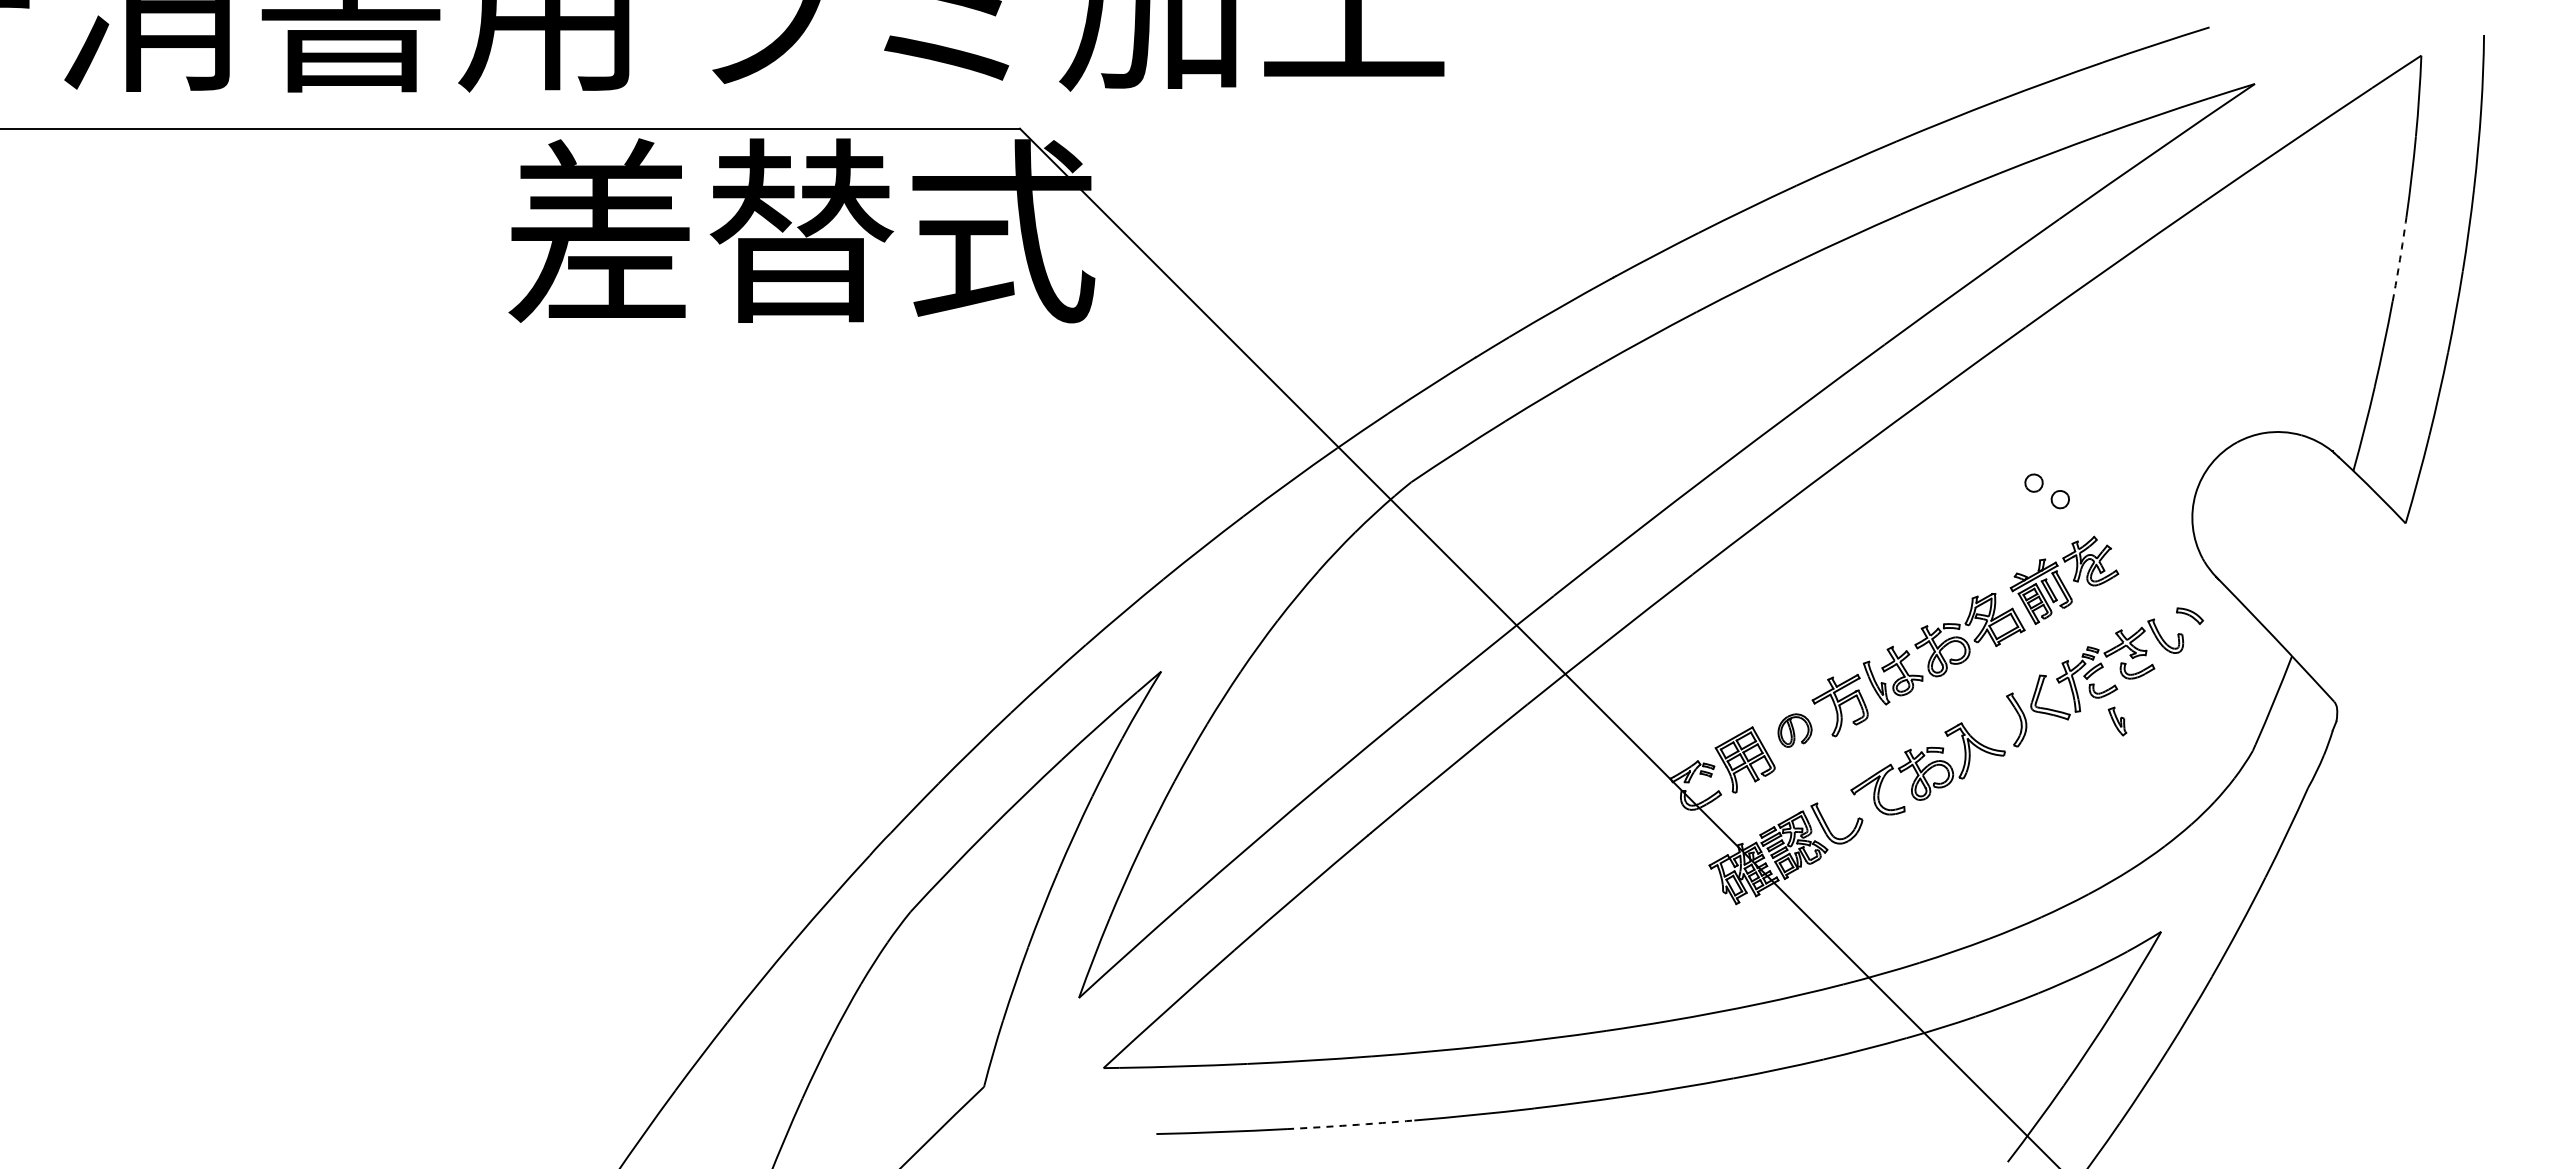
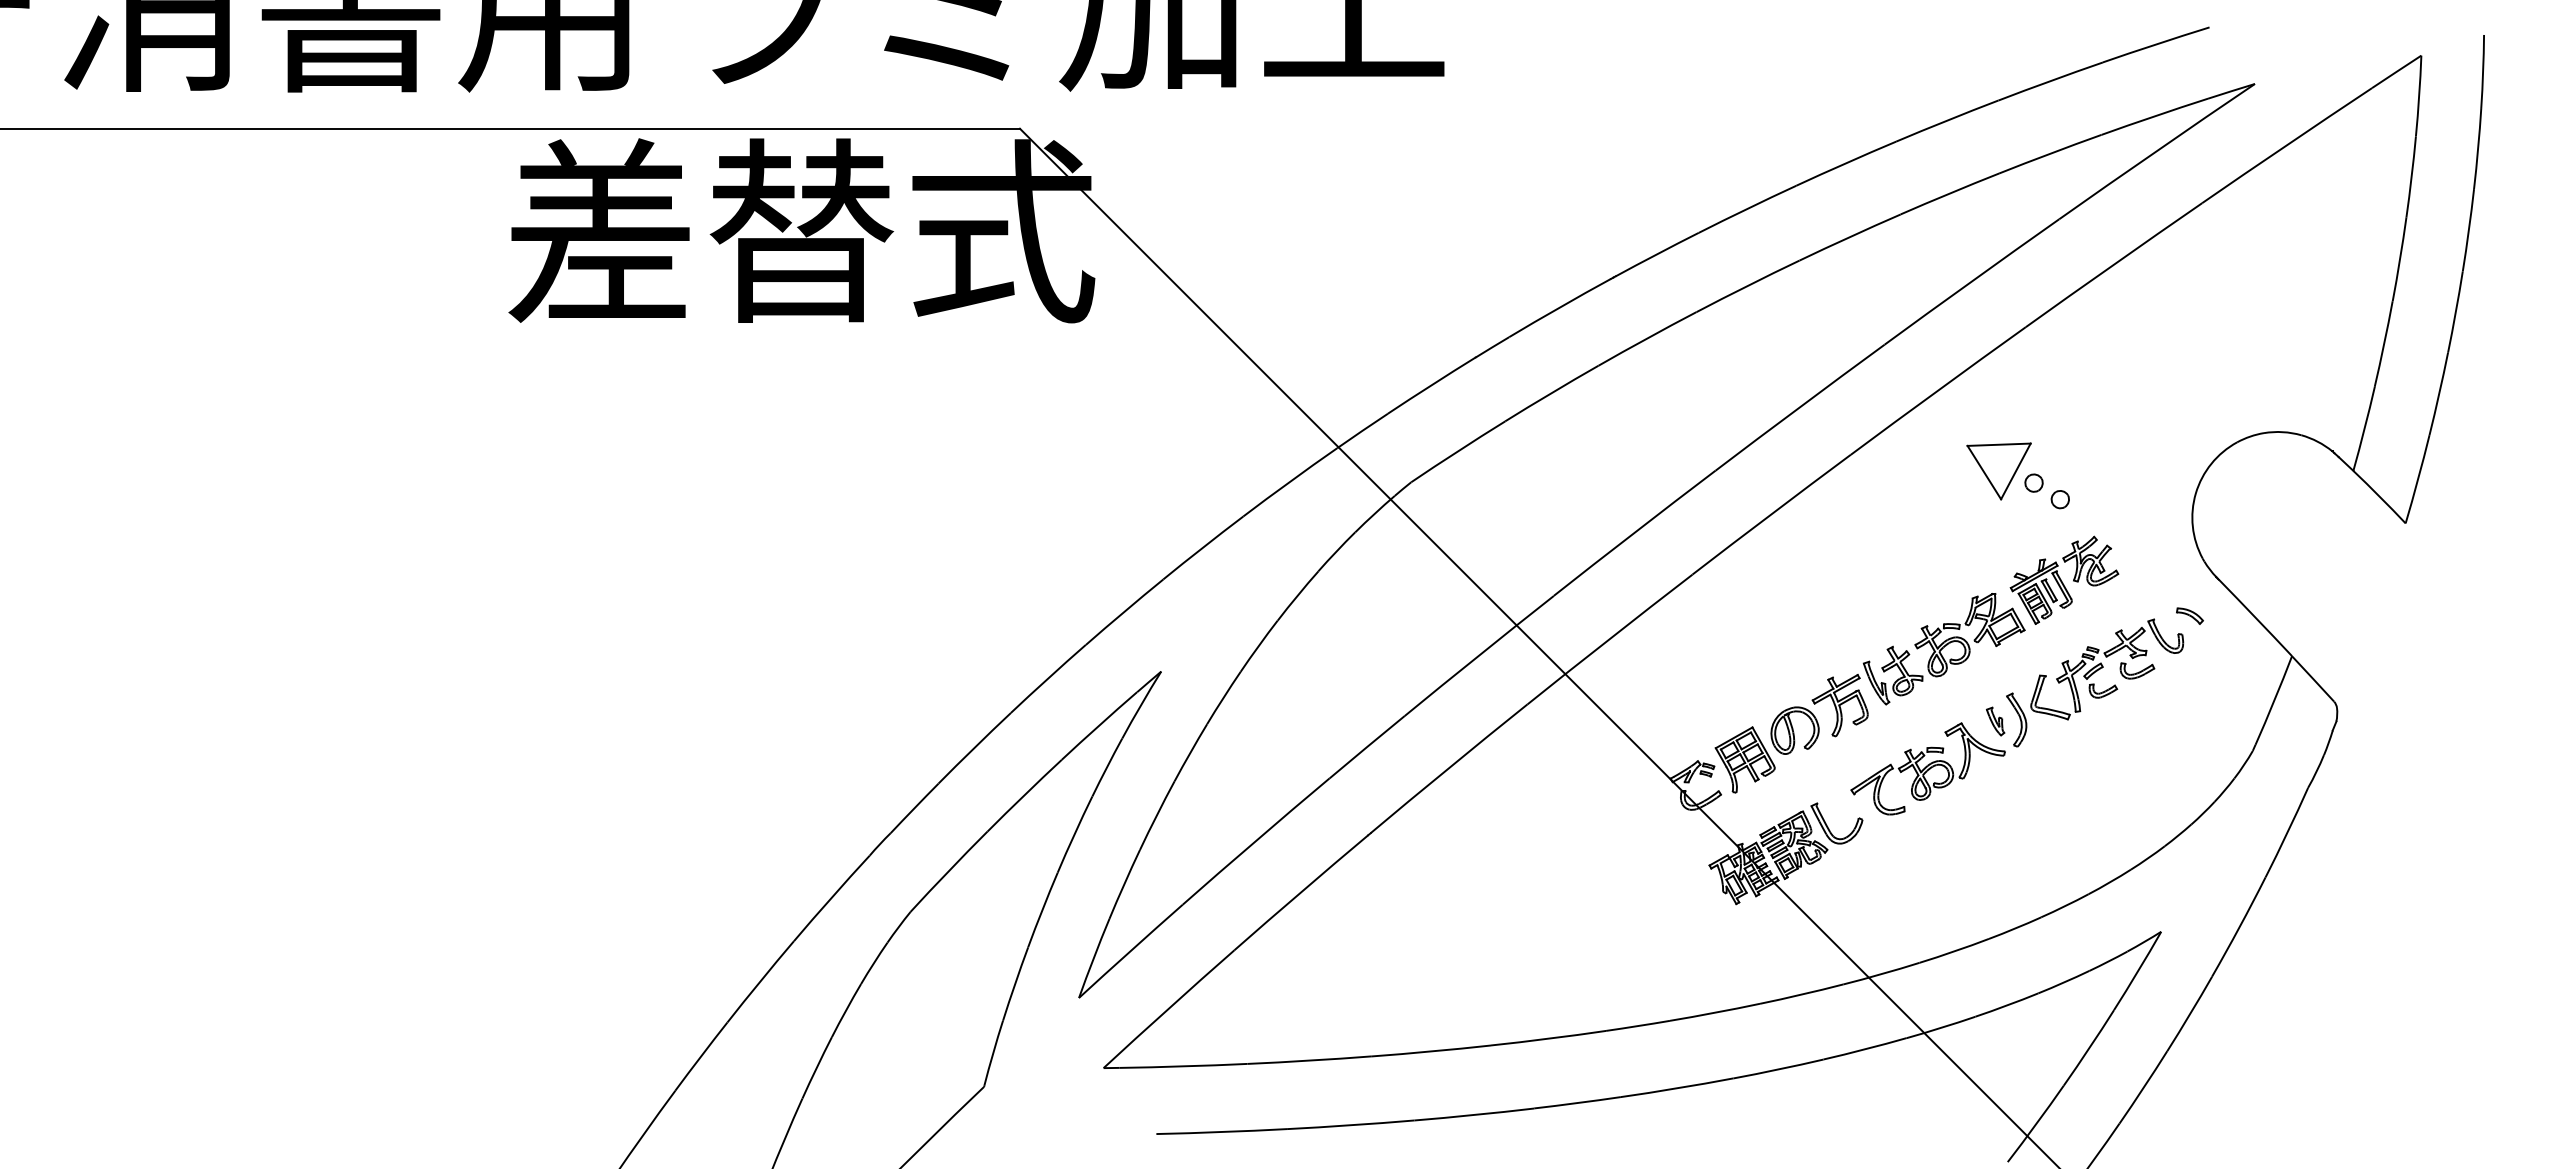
arc at (2400, 259): dashed -> solid
part at (1998, 471): none -> present
part at (2117, 721) position: (2117, 721) -> (1995, 721)
part at (1794, 730) size: 36x35 px -> 50x49 px
arc at (1350, 1125): dashed -> solid
